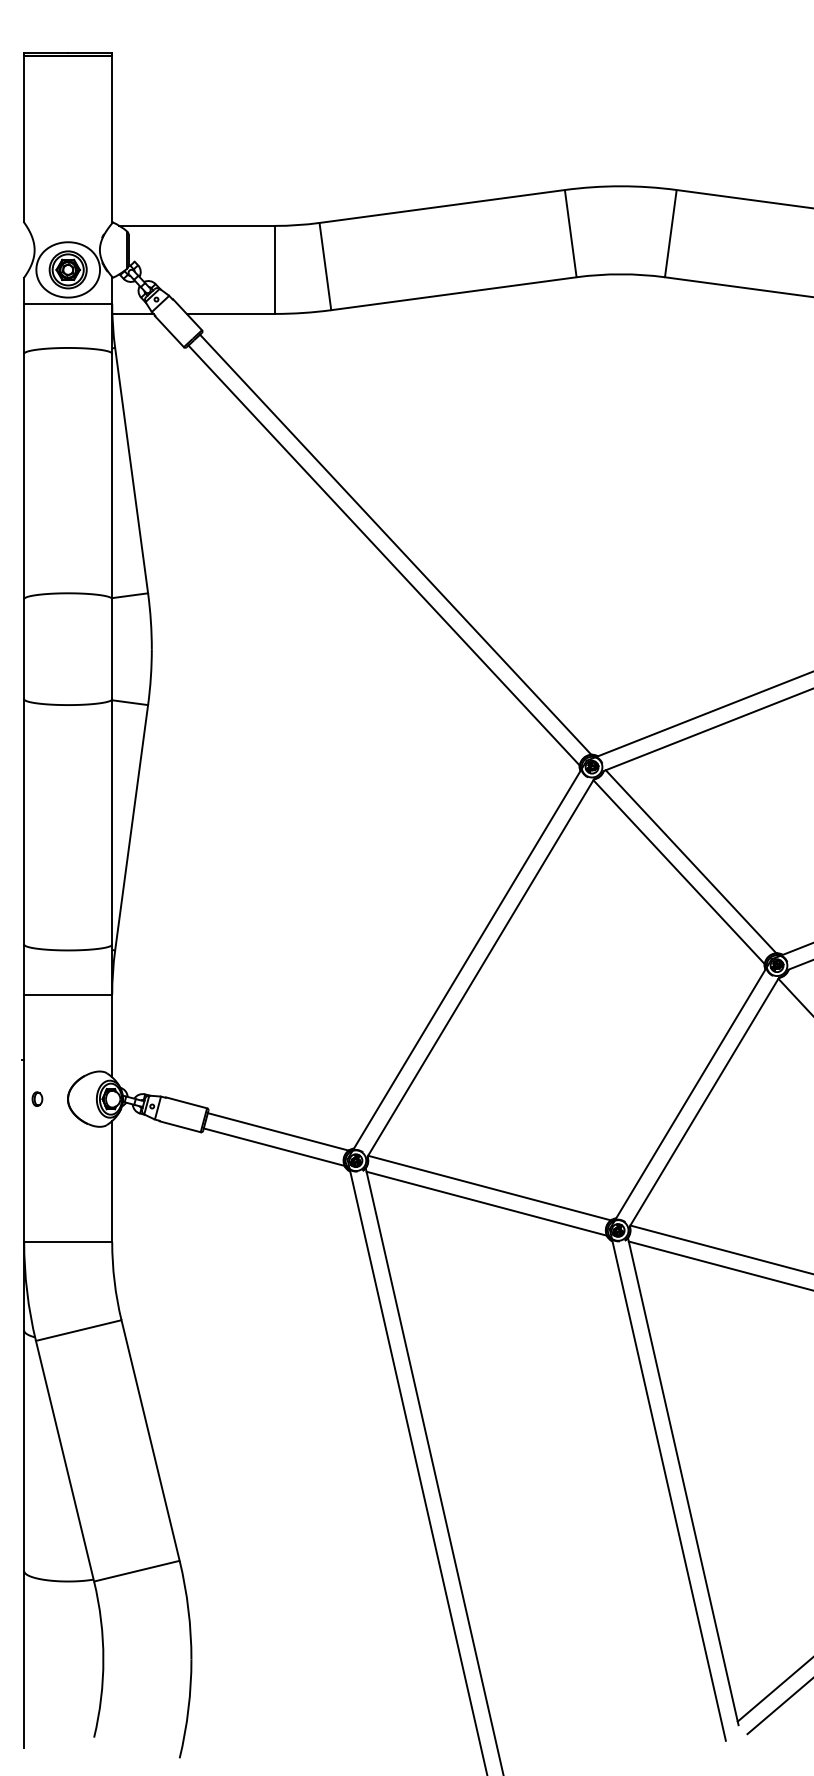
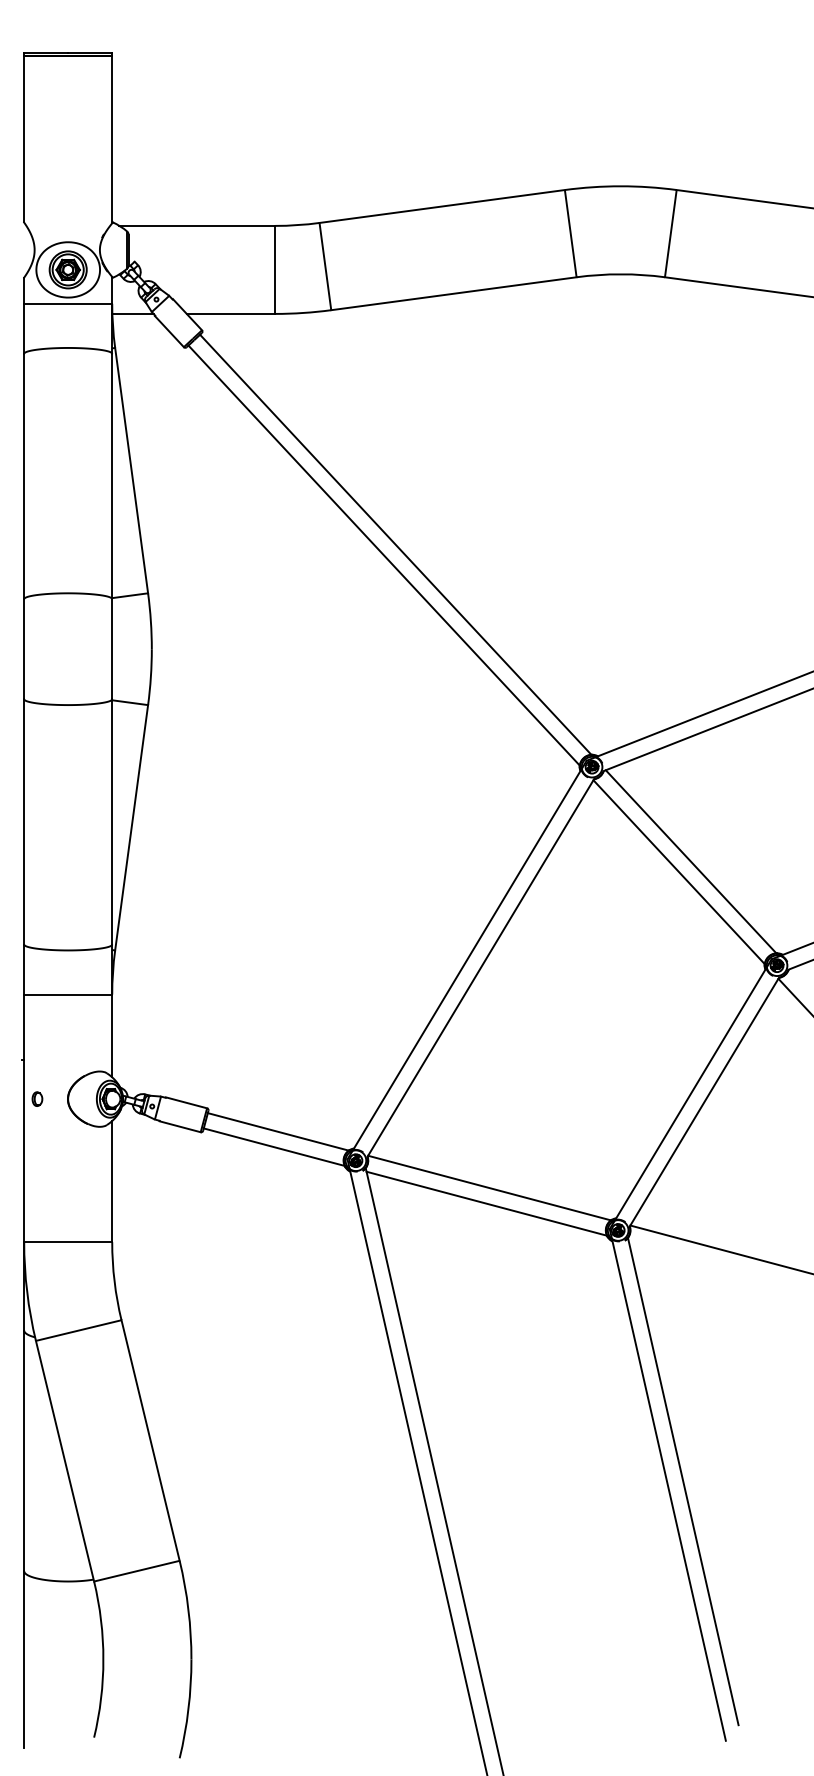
line at (719, 1265): present -> none
line at (773, 1690): present -> none
line at (778, 1707): present -> none
